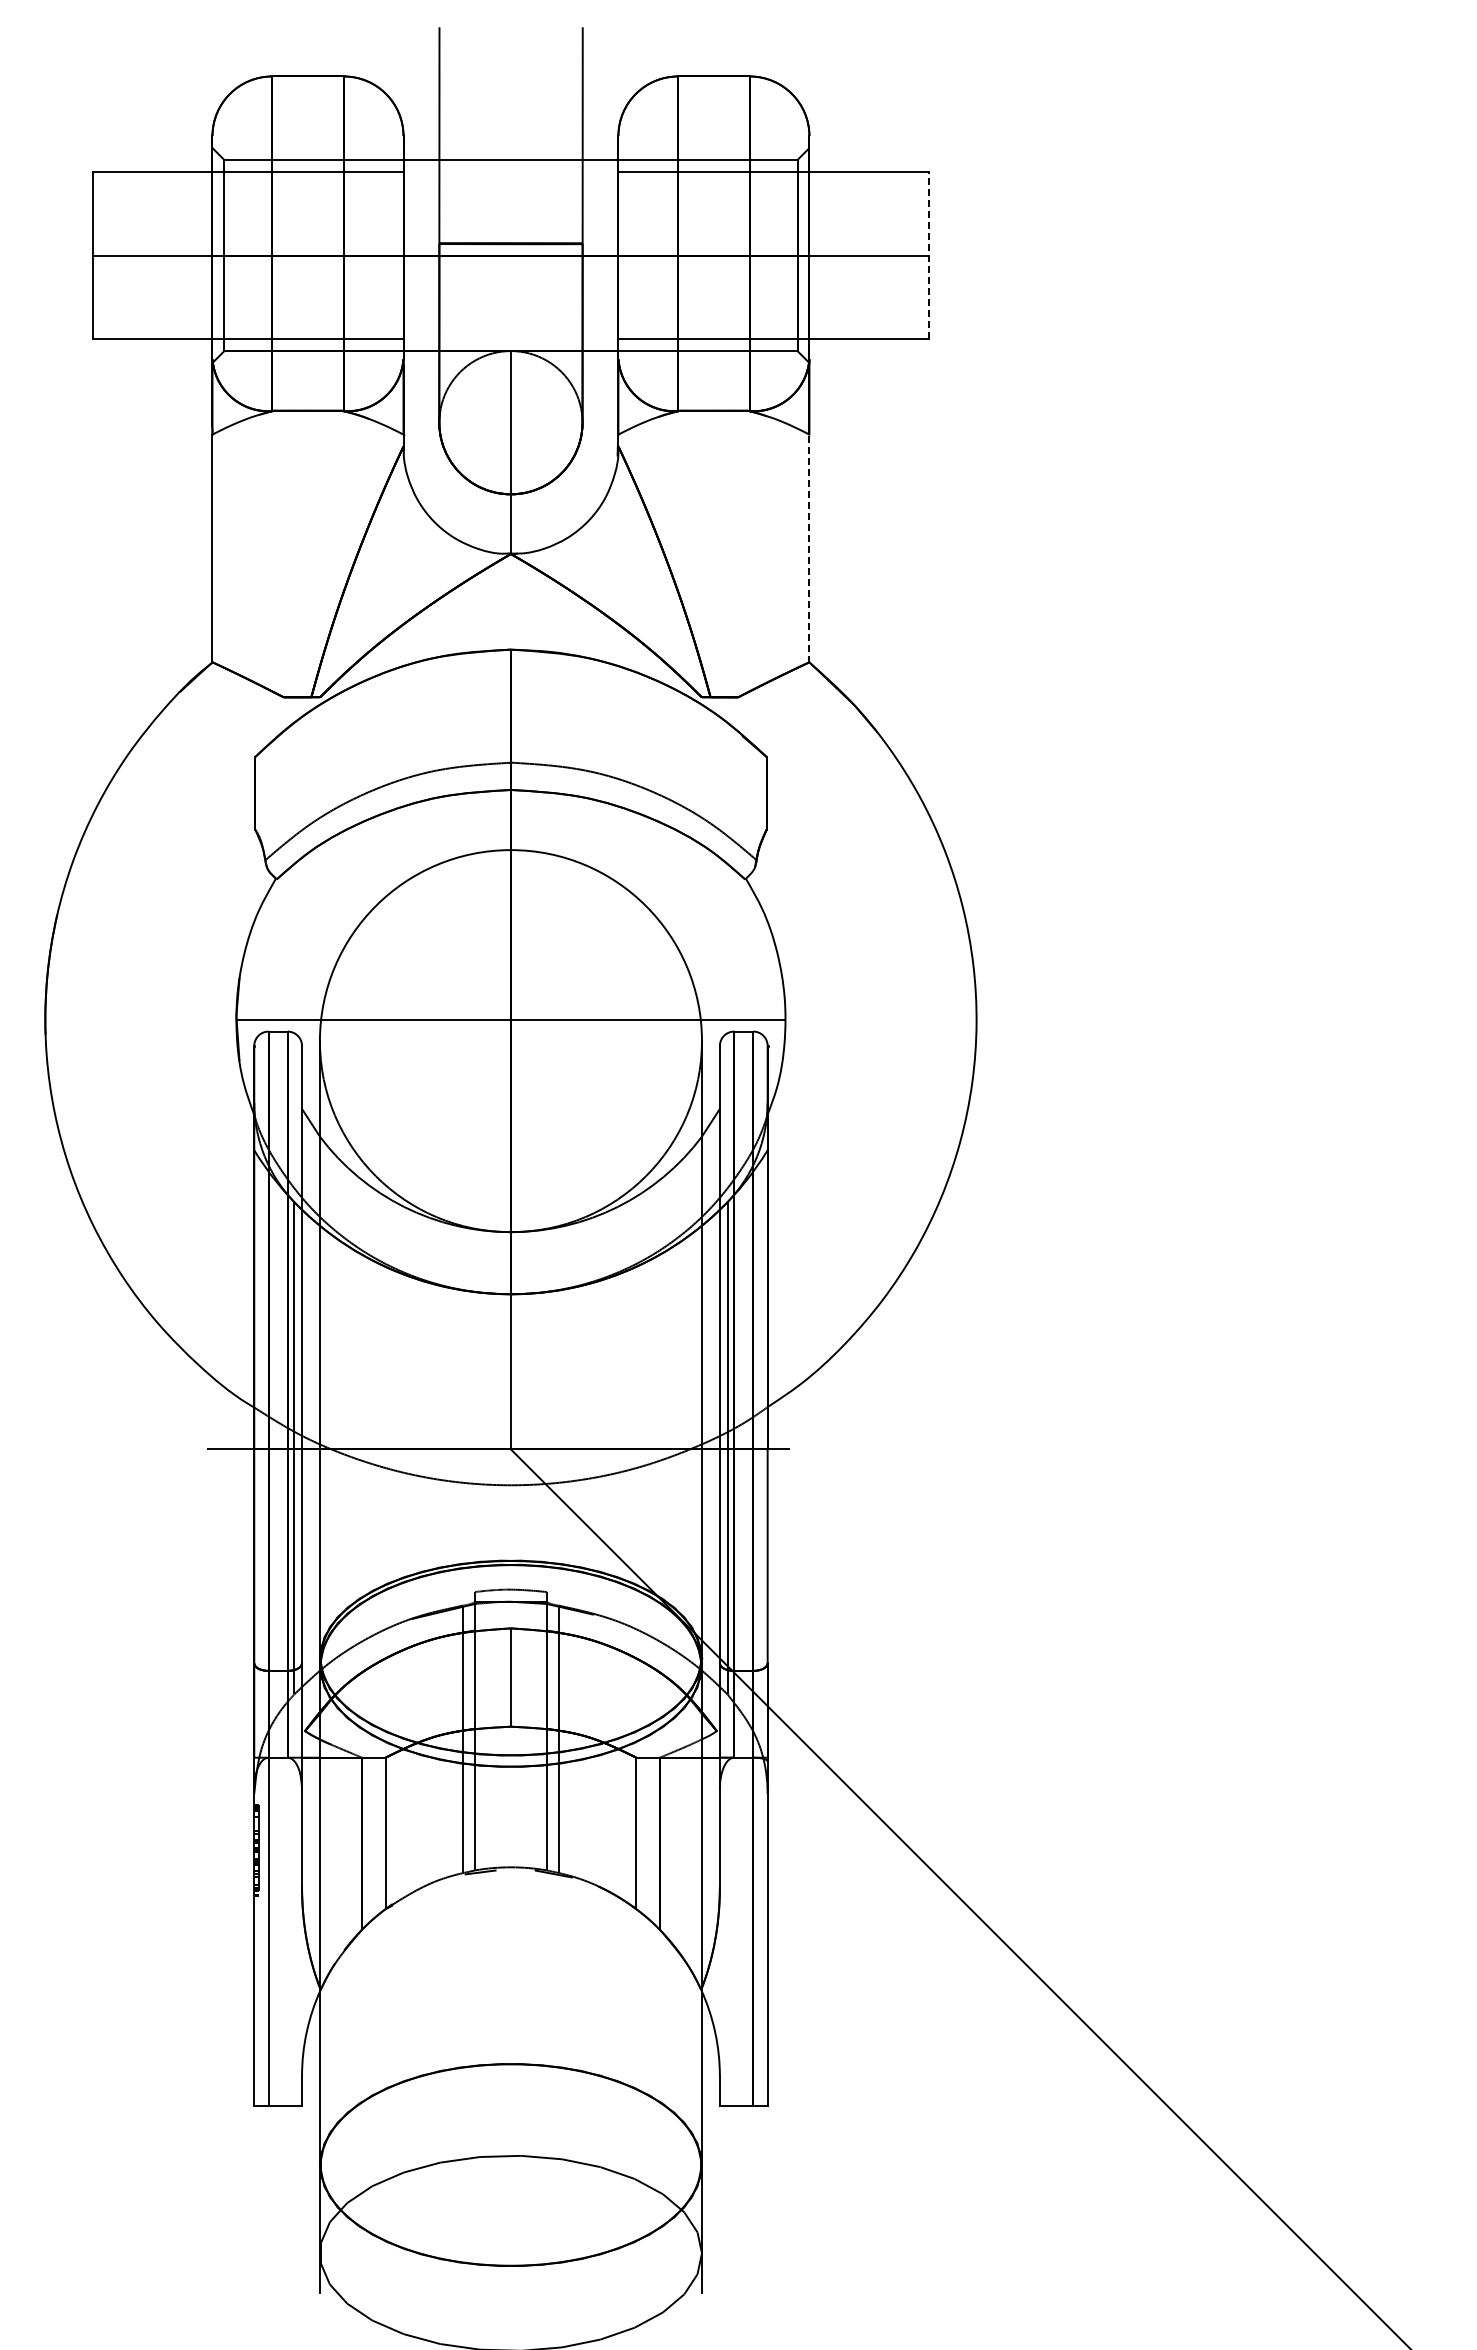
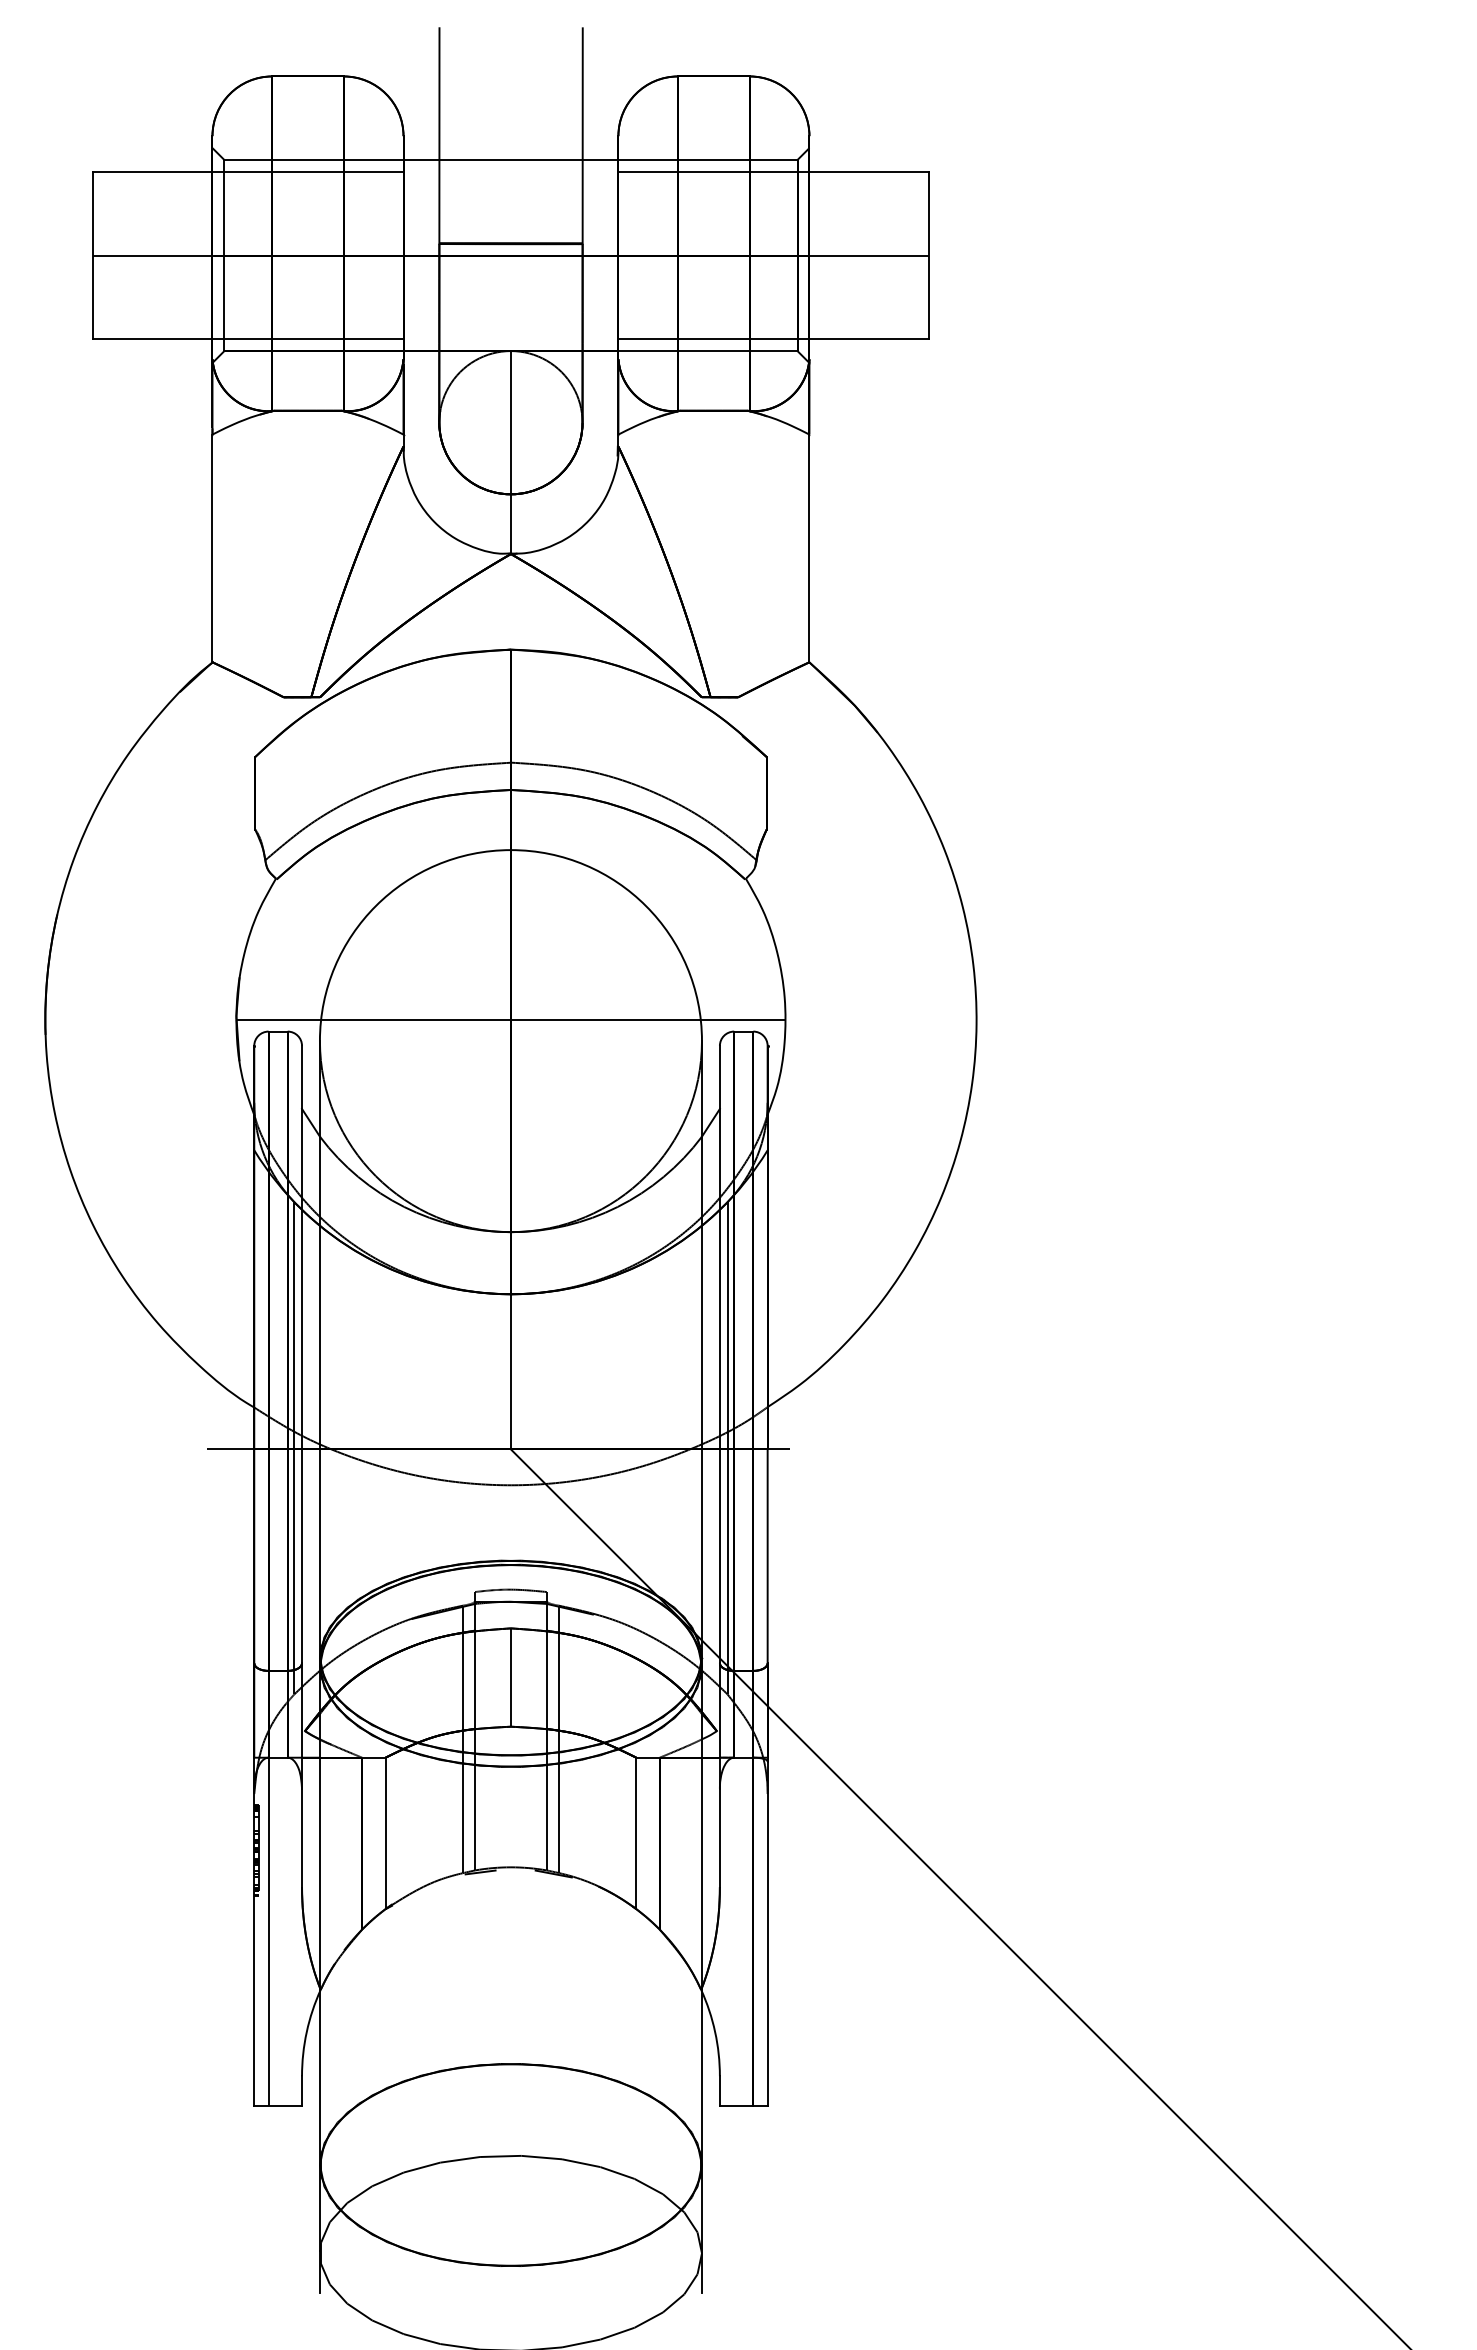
line at (928, 255): dashed -> solid
line at (809, 548): dashed -> solid
